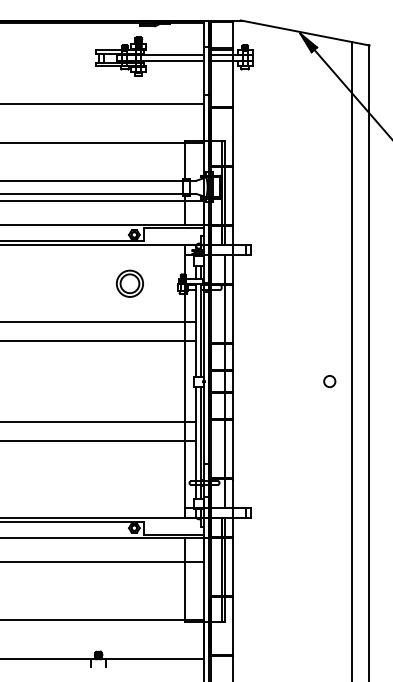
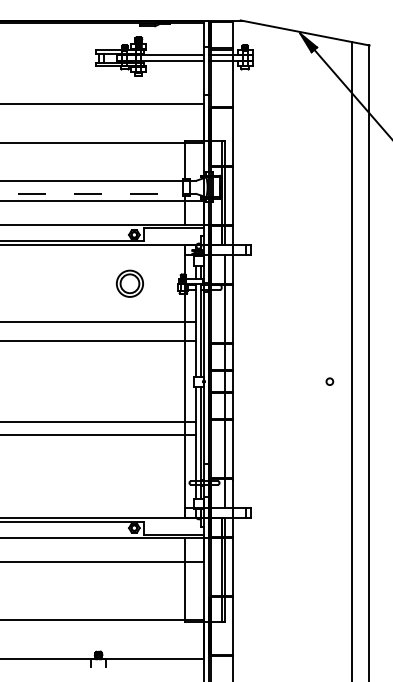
line at (98, 193): solid -> dashed
circle at (329, 381) size: 14x14 px -> 10x9 px
line at (99, 440) position: (99, 440) -> (99, 434)
